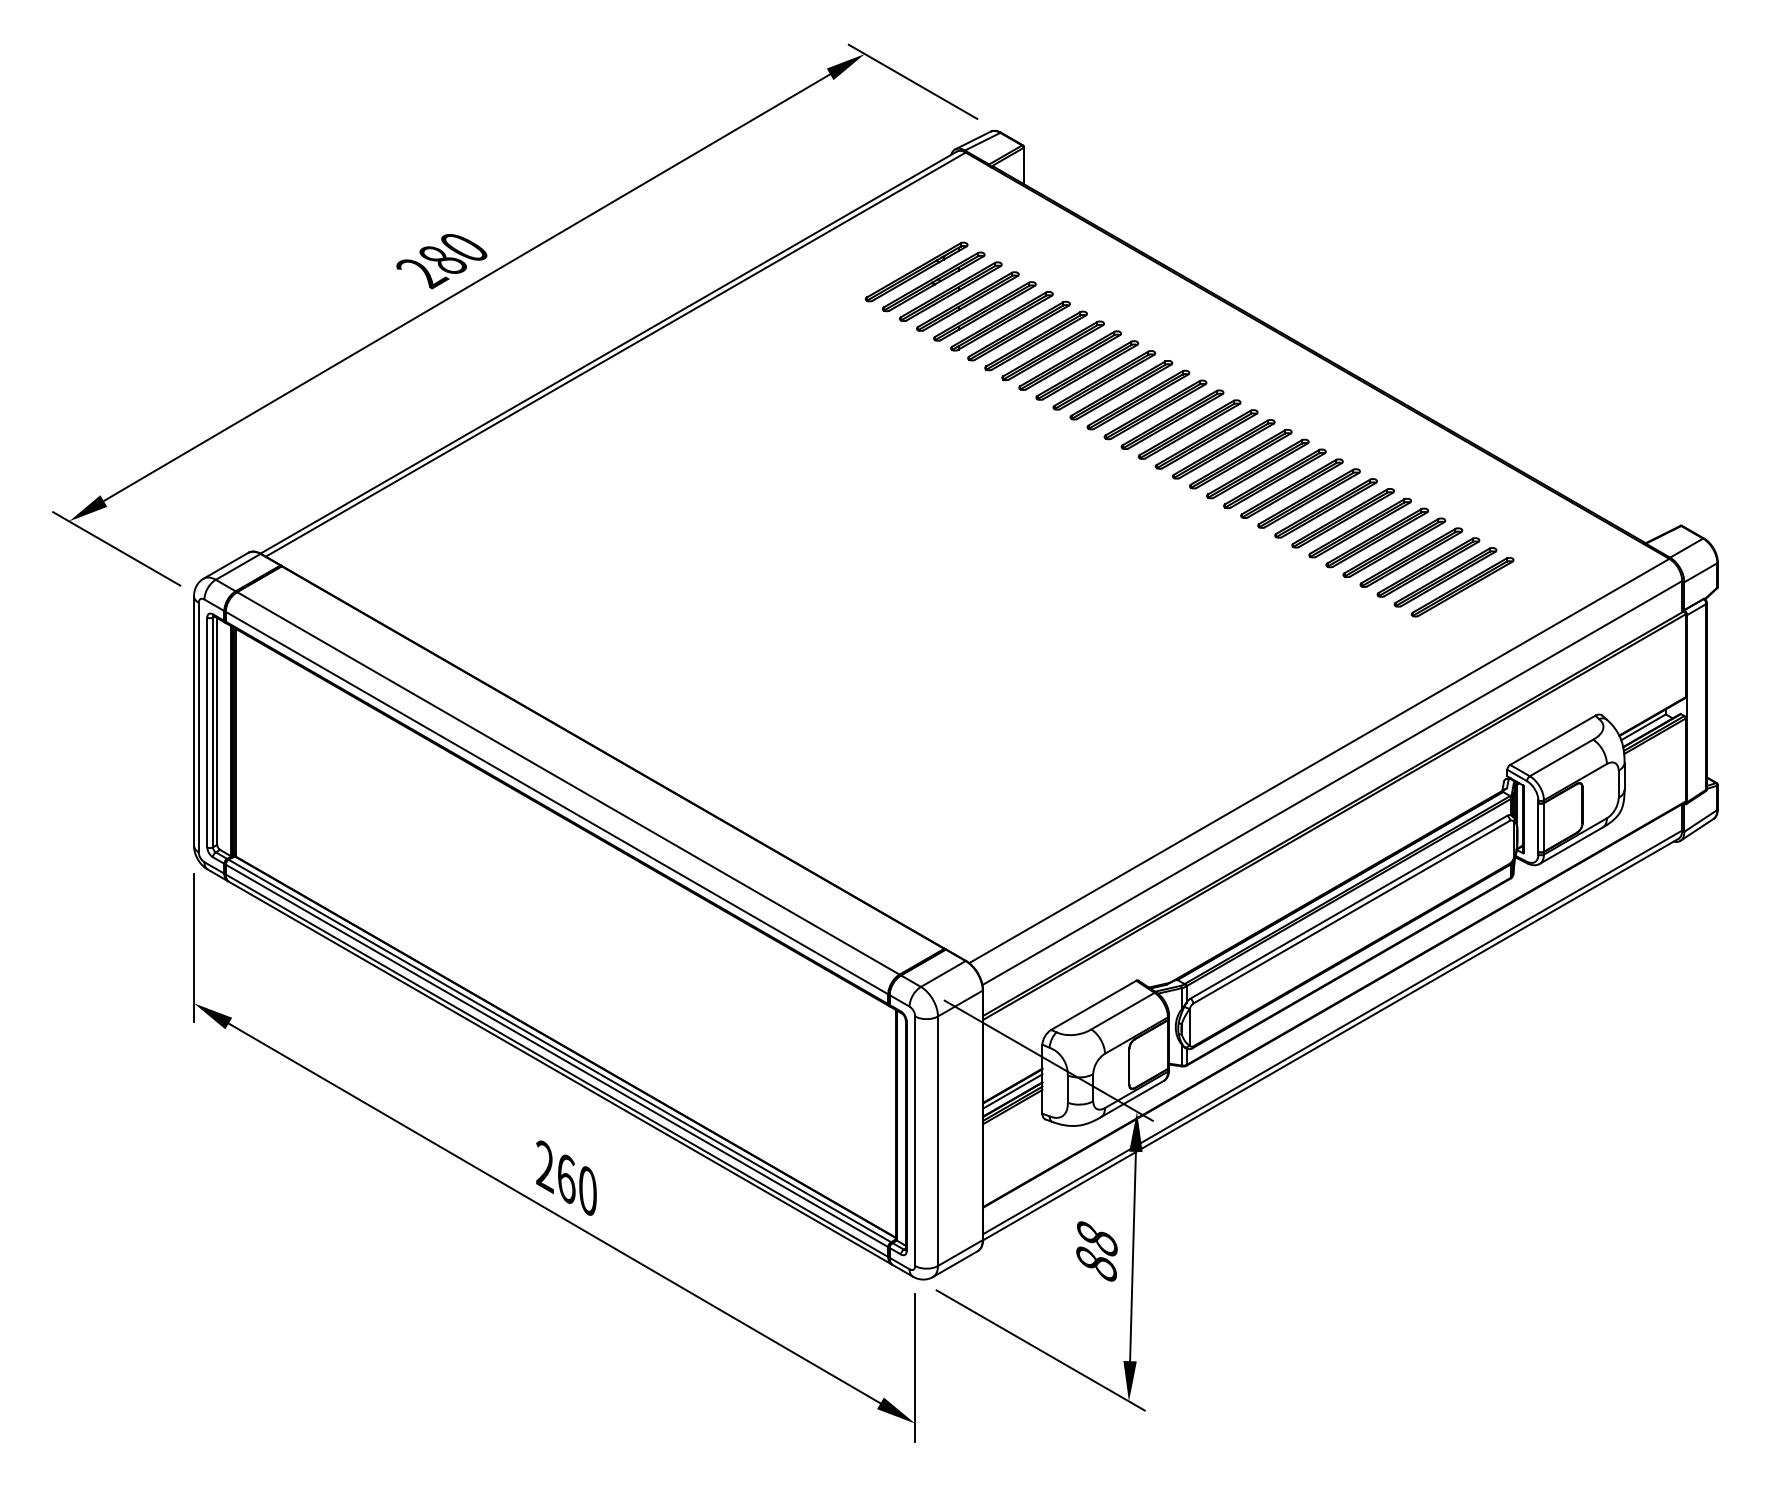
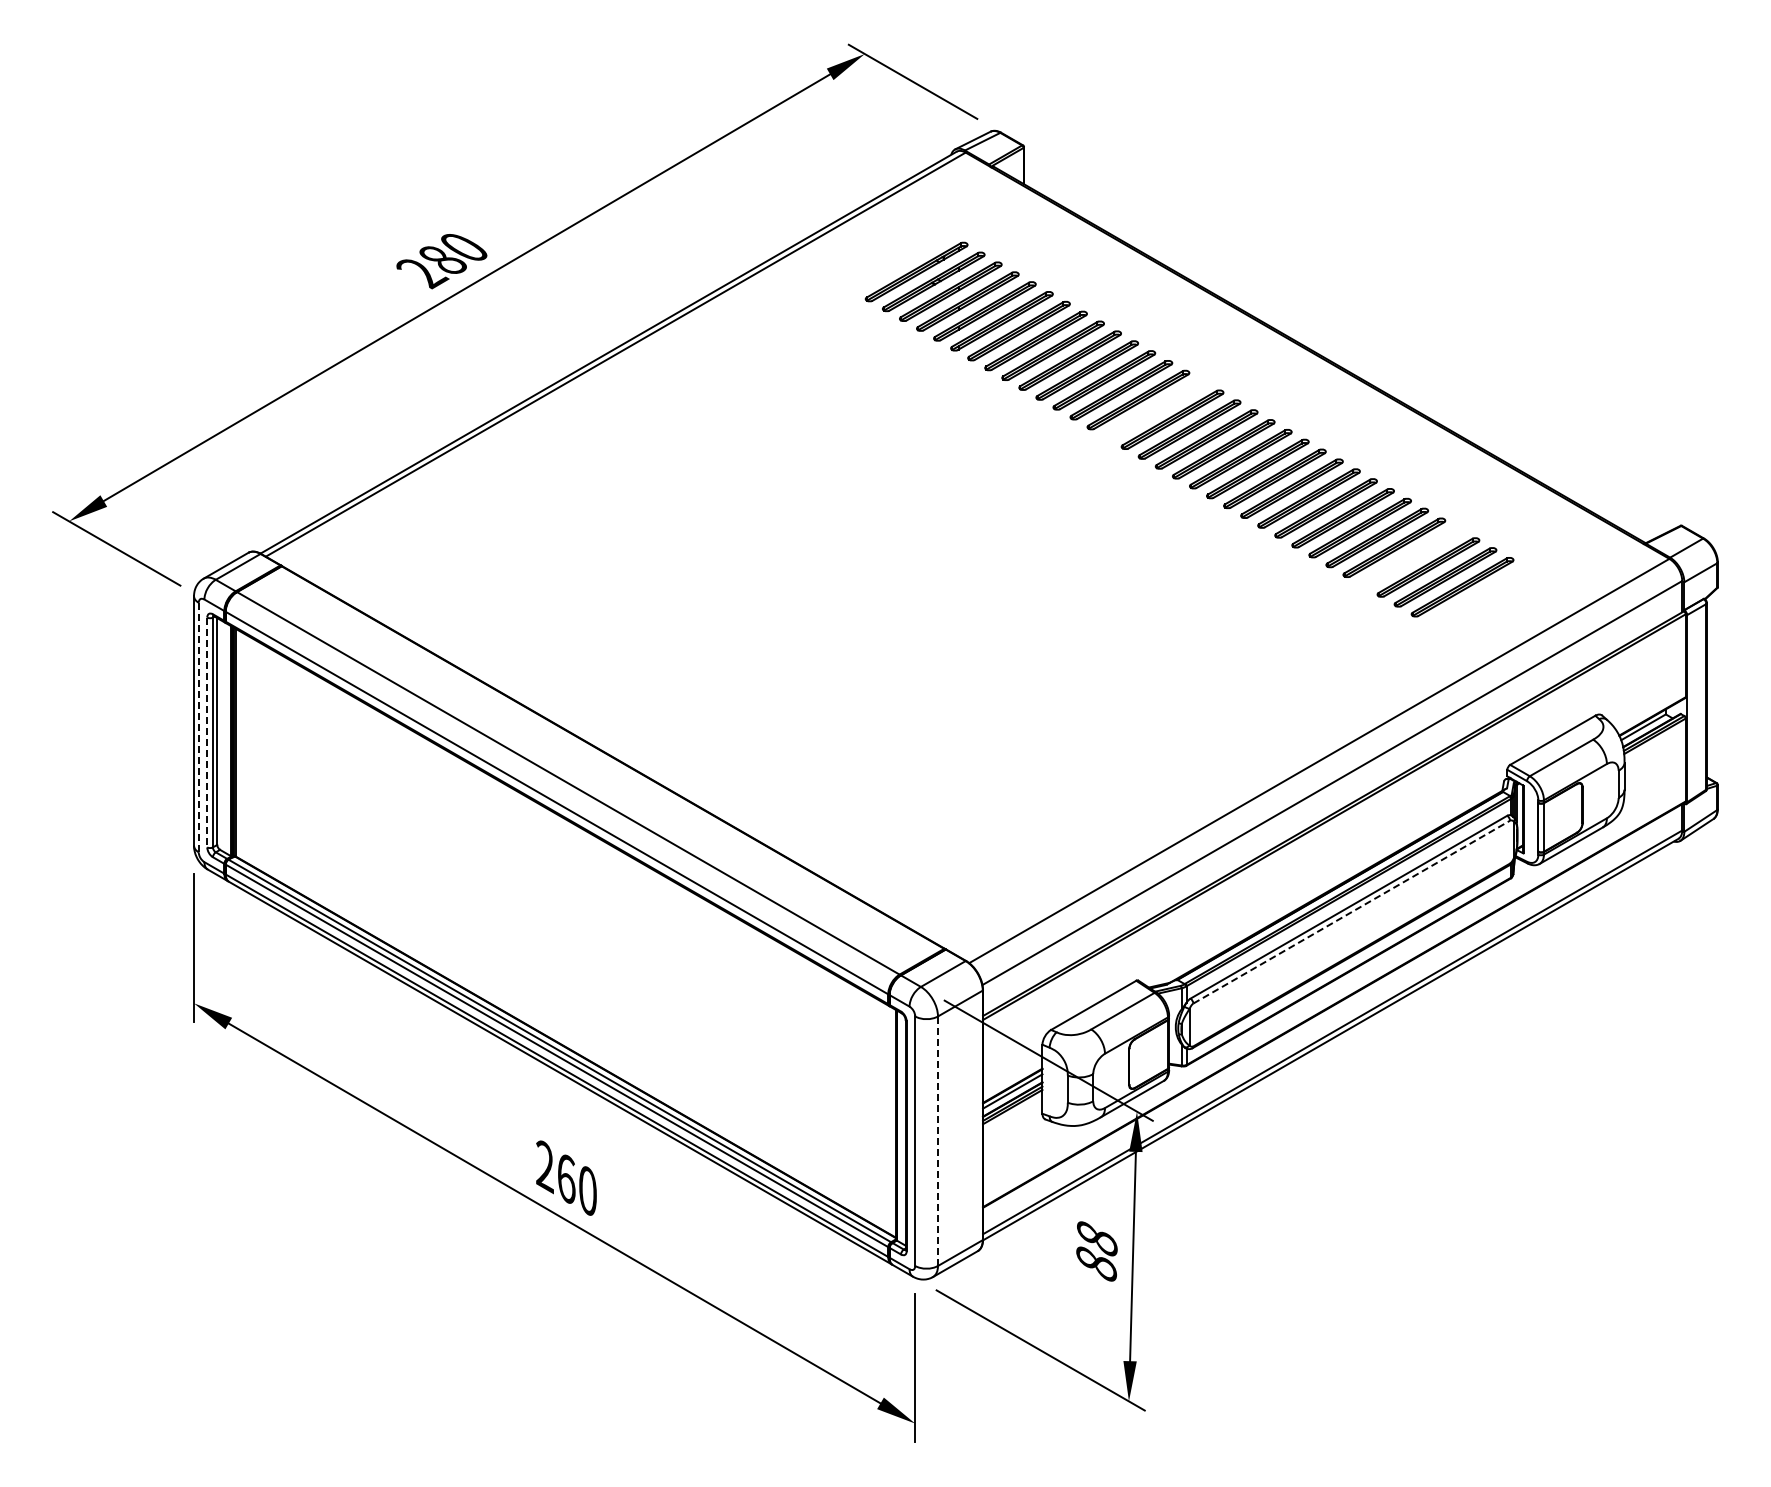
part at (1155, 409): present -> none
part at (1411, 557): present -> none
line at (198, 727): solid -> dashed
line at (207, 732): solid -> dashed
line at (1351, 912): solid -> dashed
line at (937, 1141): solid -> dashed
